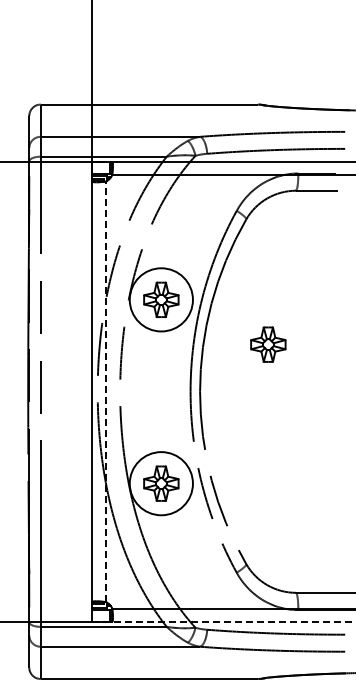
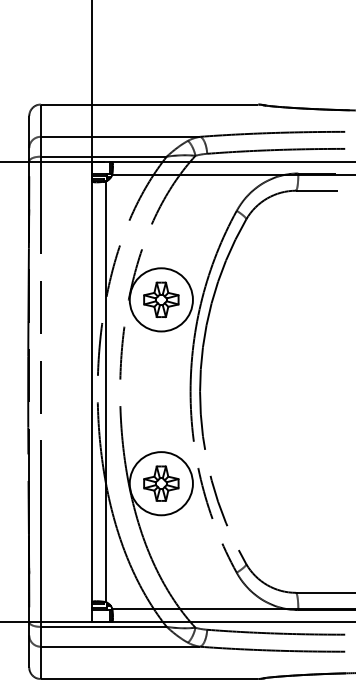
part at (268, 344): present -> none
line at (106, 391): dashed -> solid
line at (224, 621): dashed -> solid
